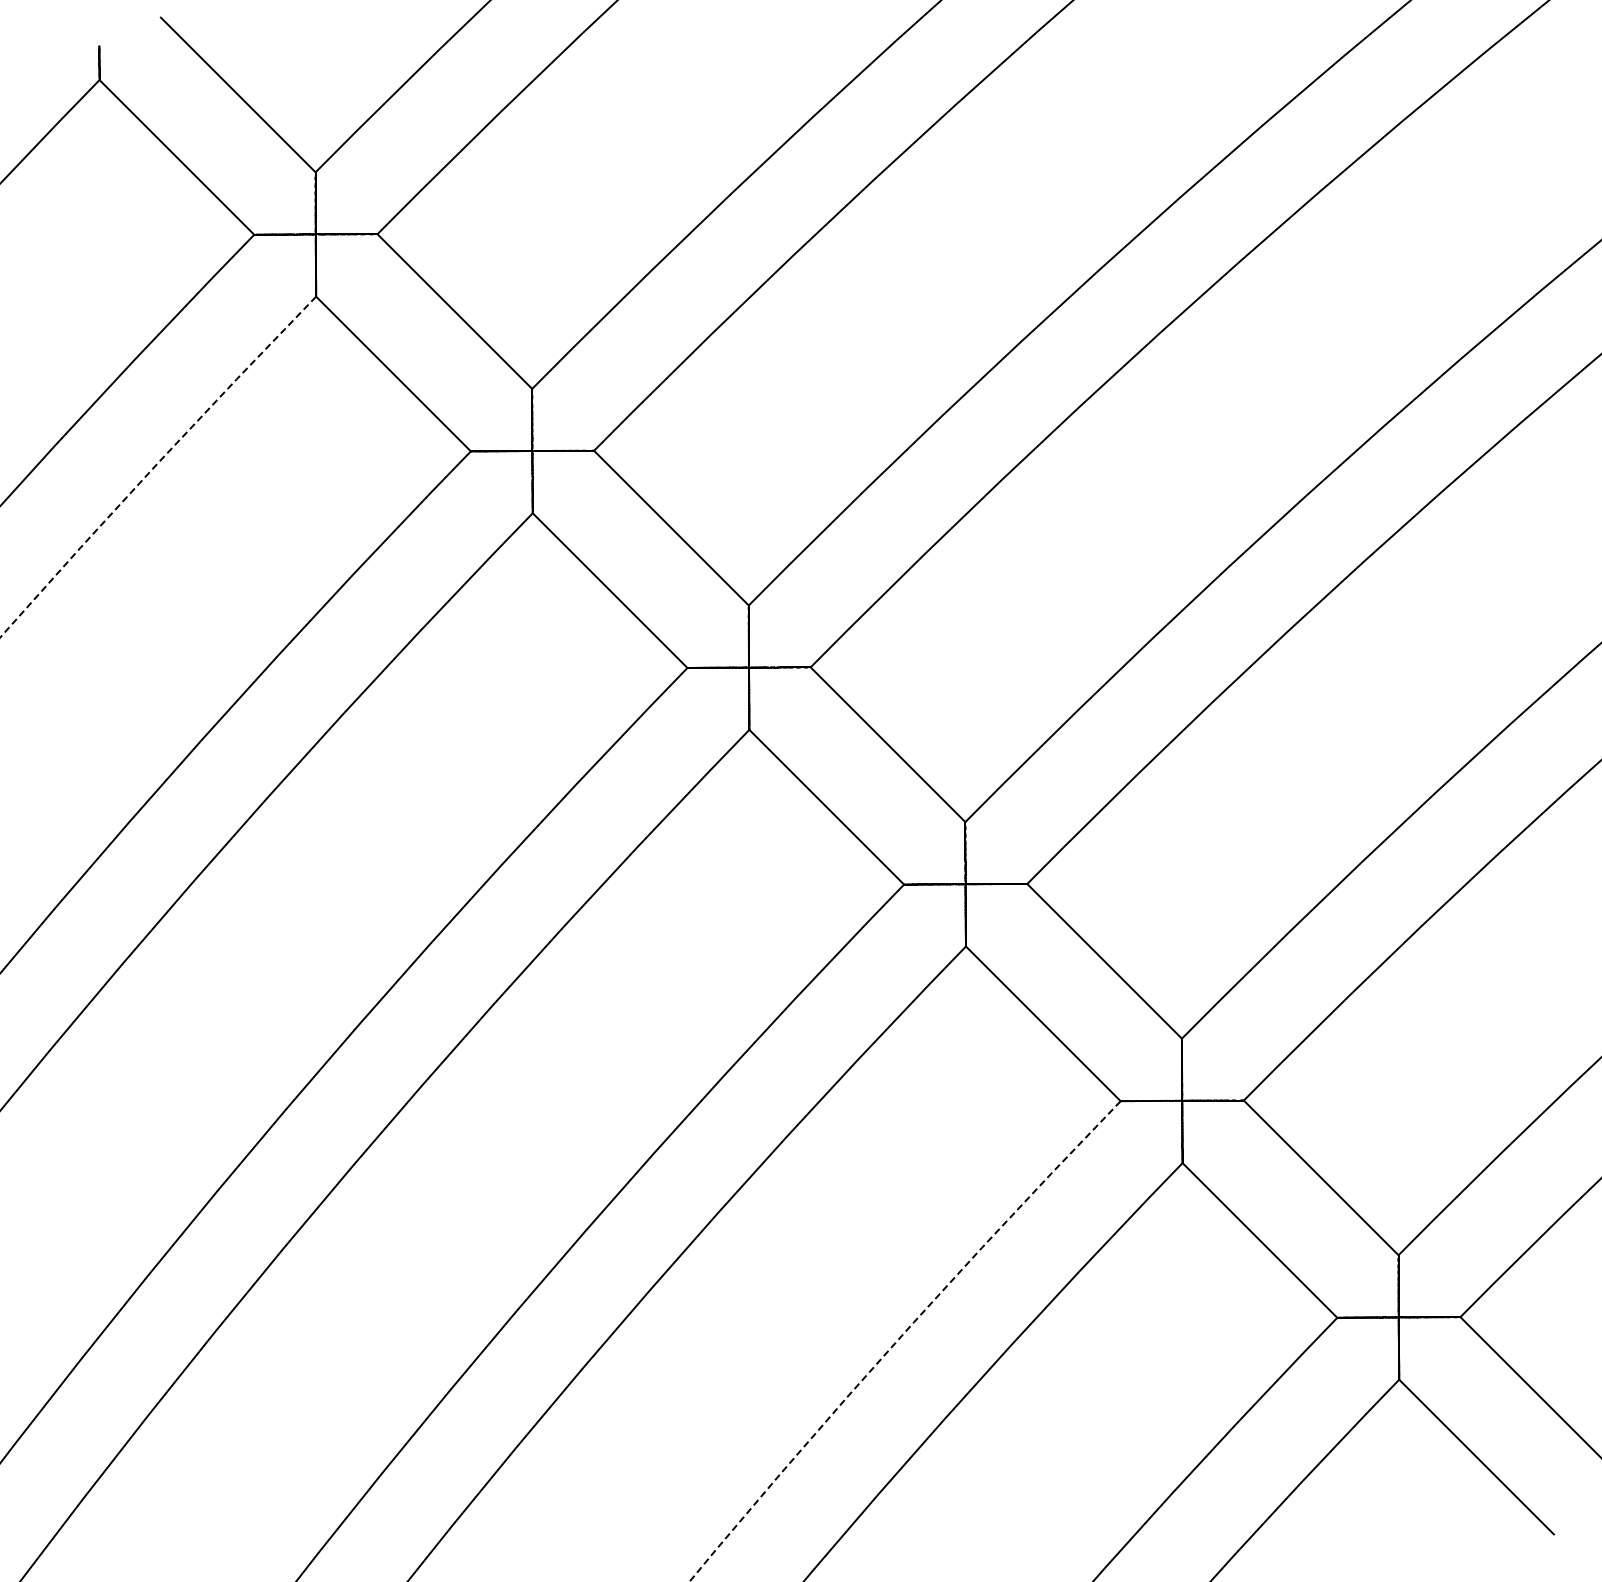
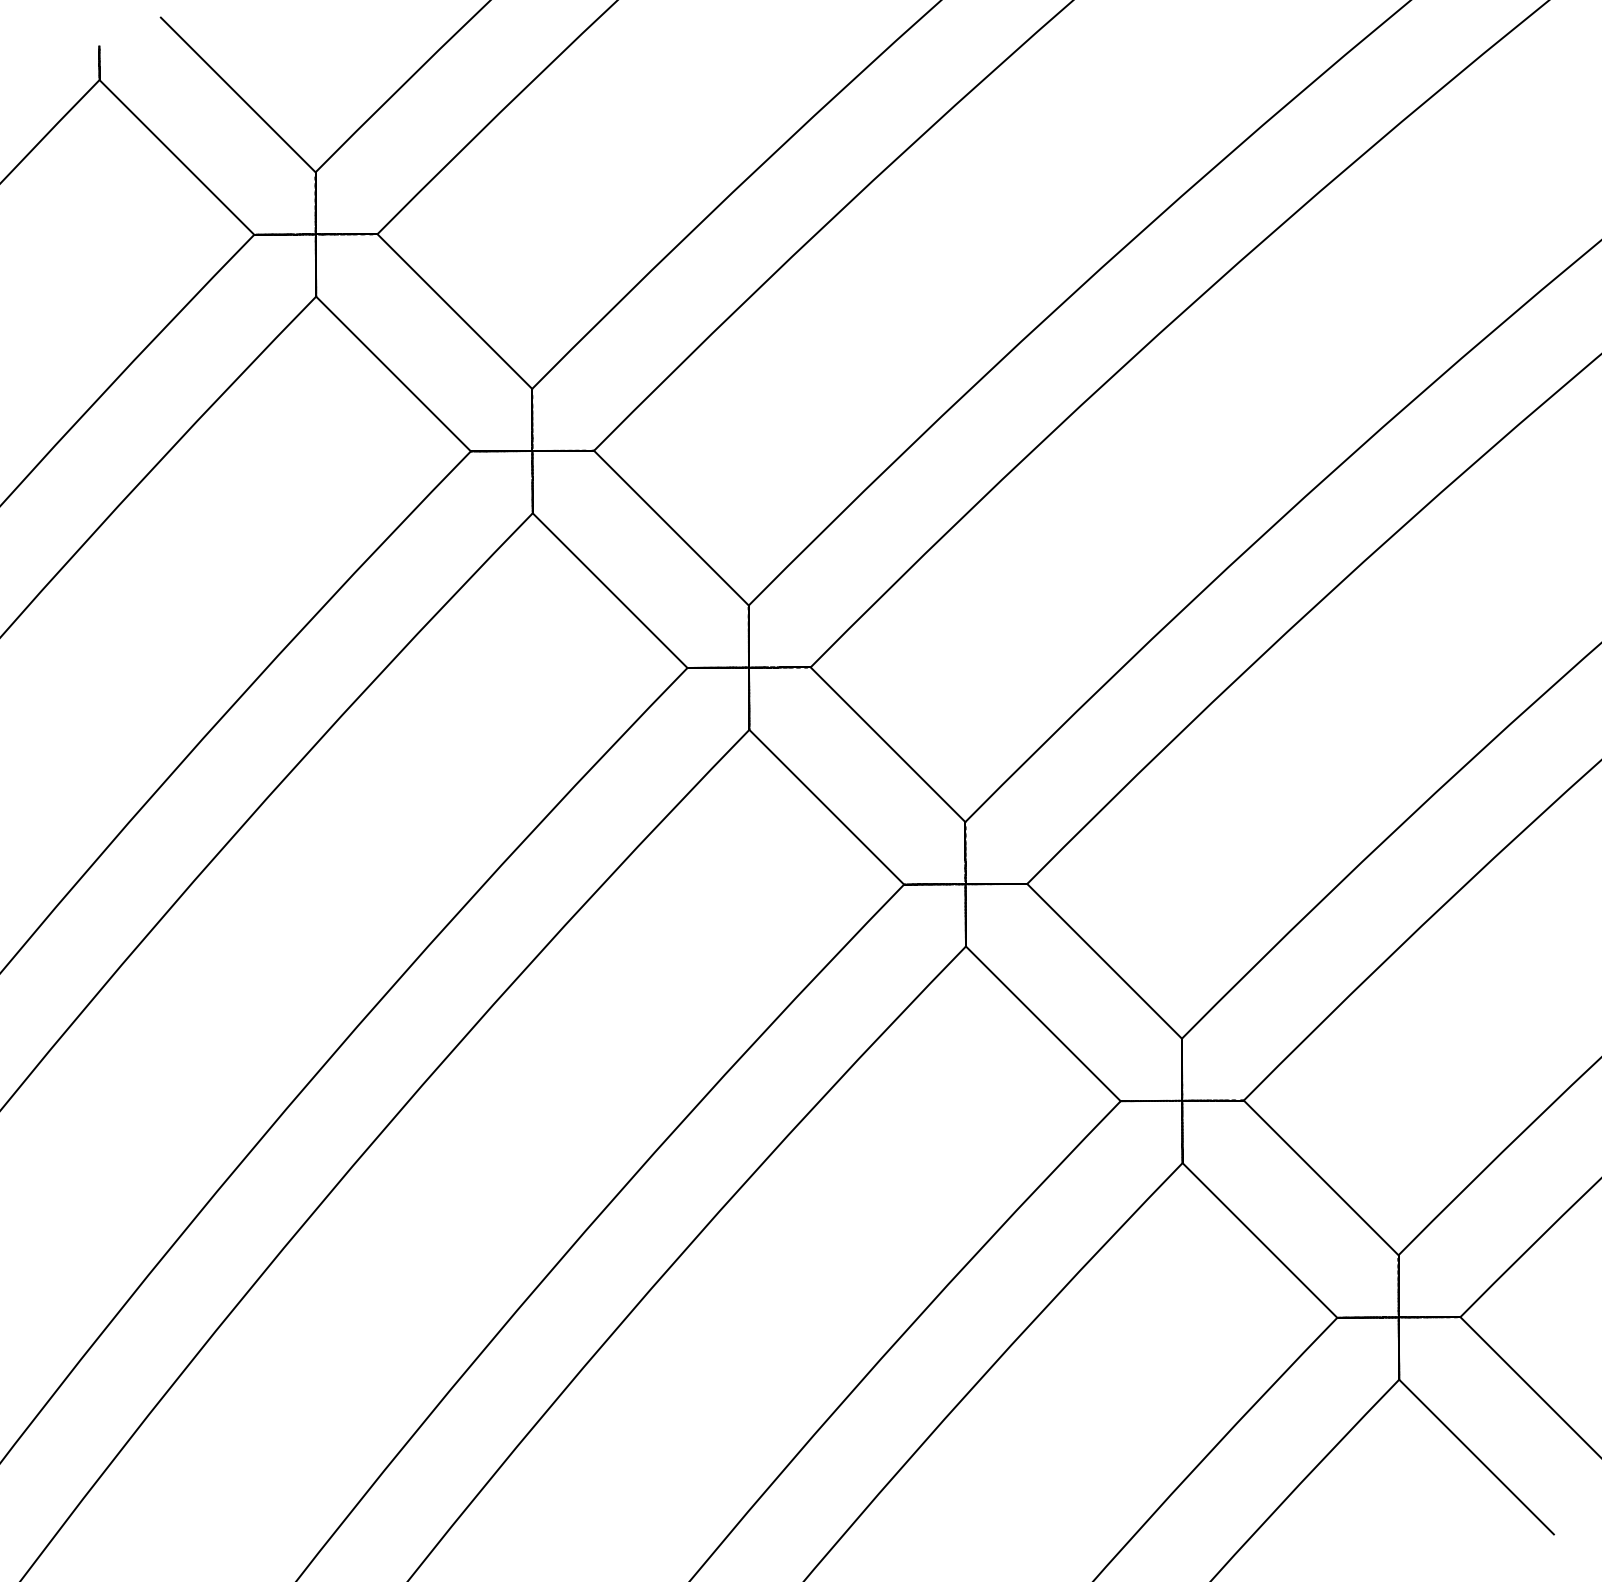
arc at (155, 465): dashed -> solid
arc at (900, 1337): dashed -> solid
